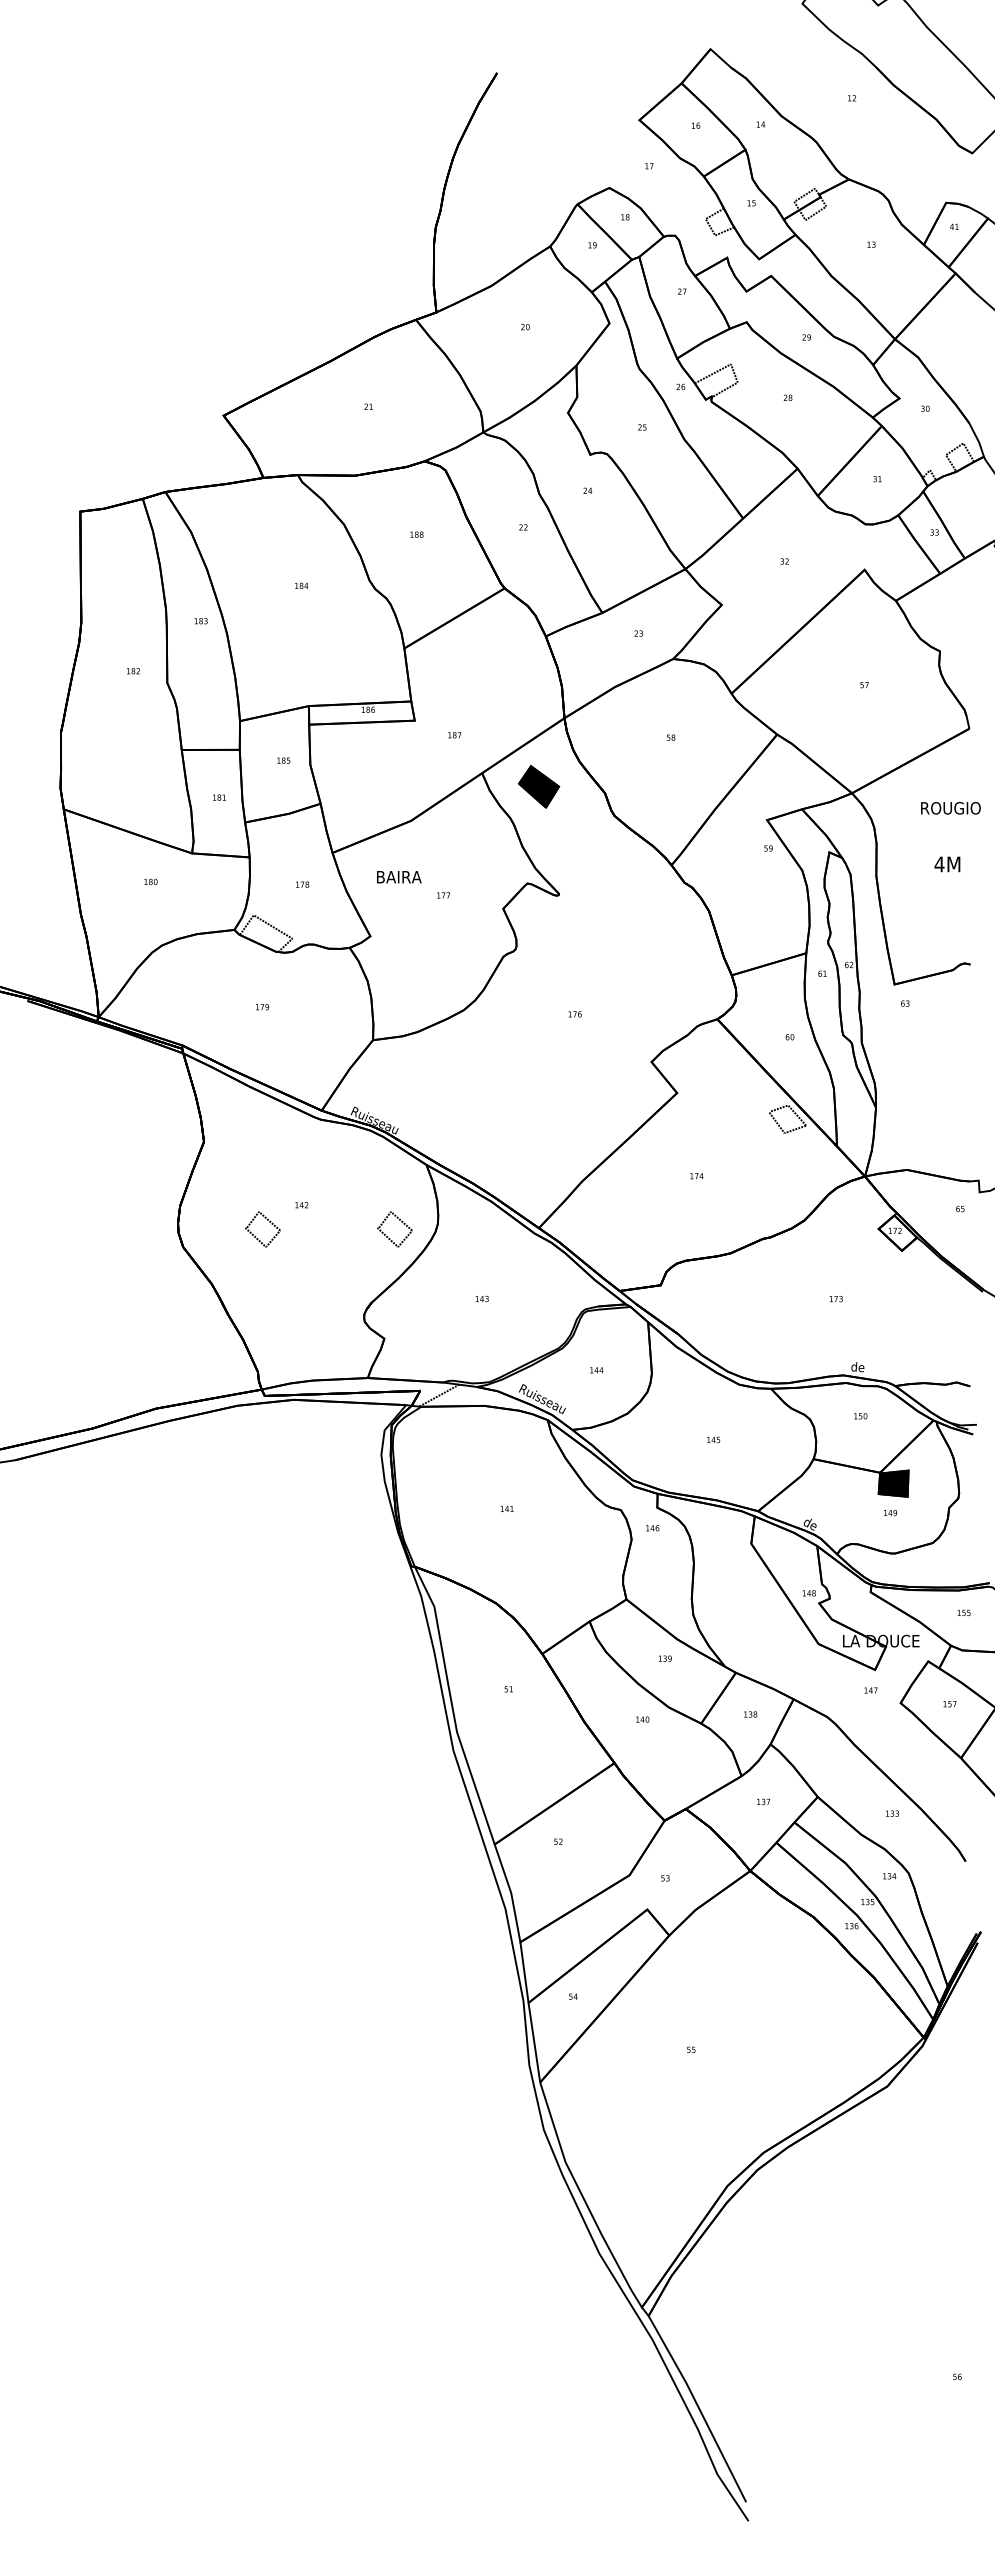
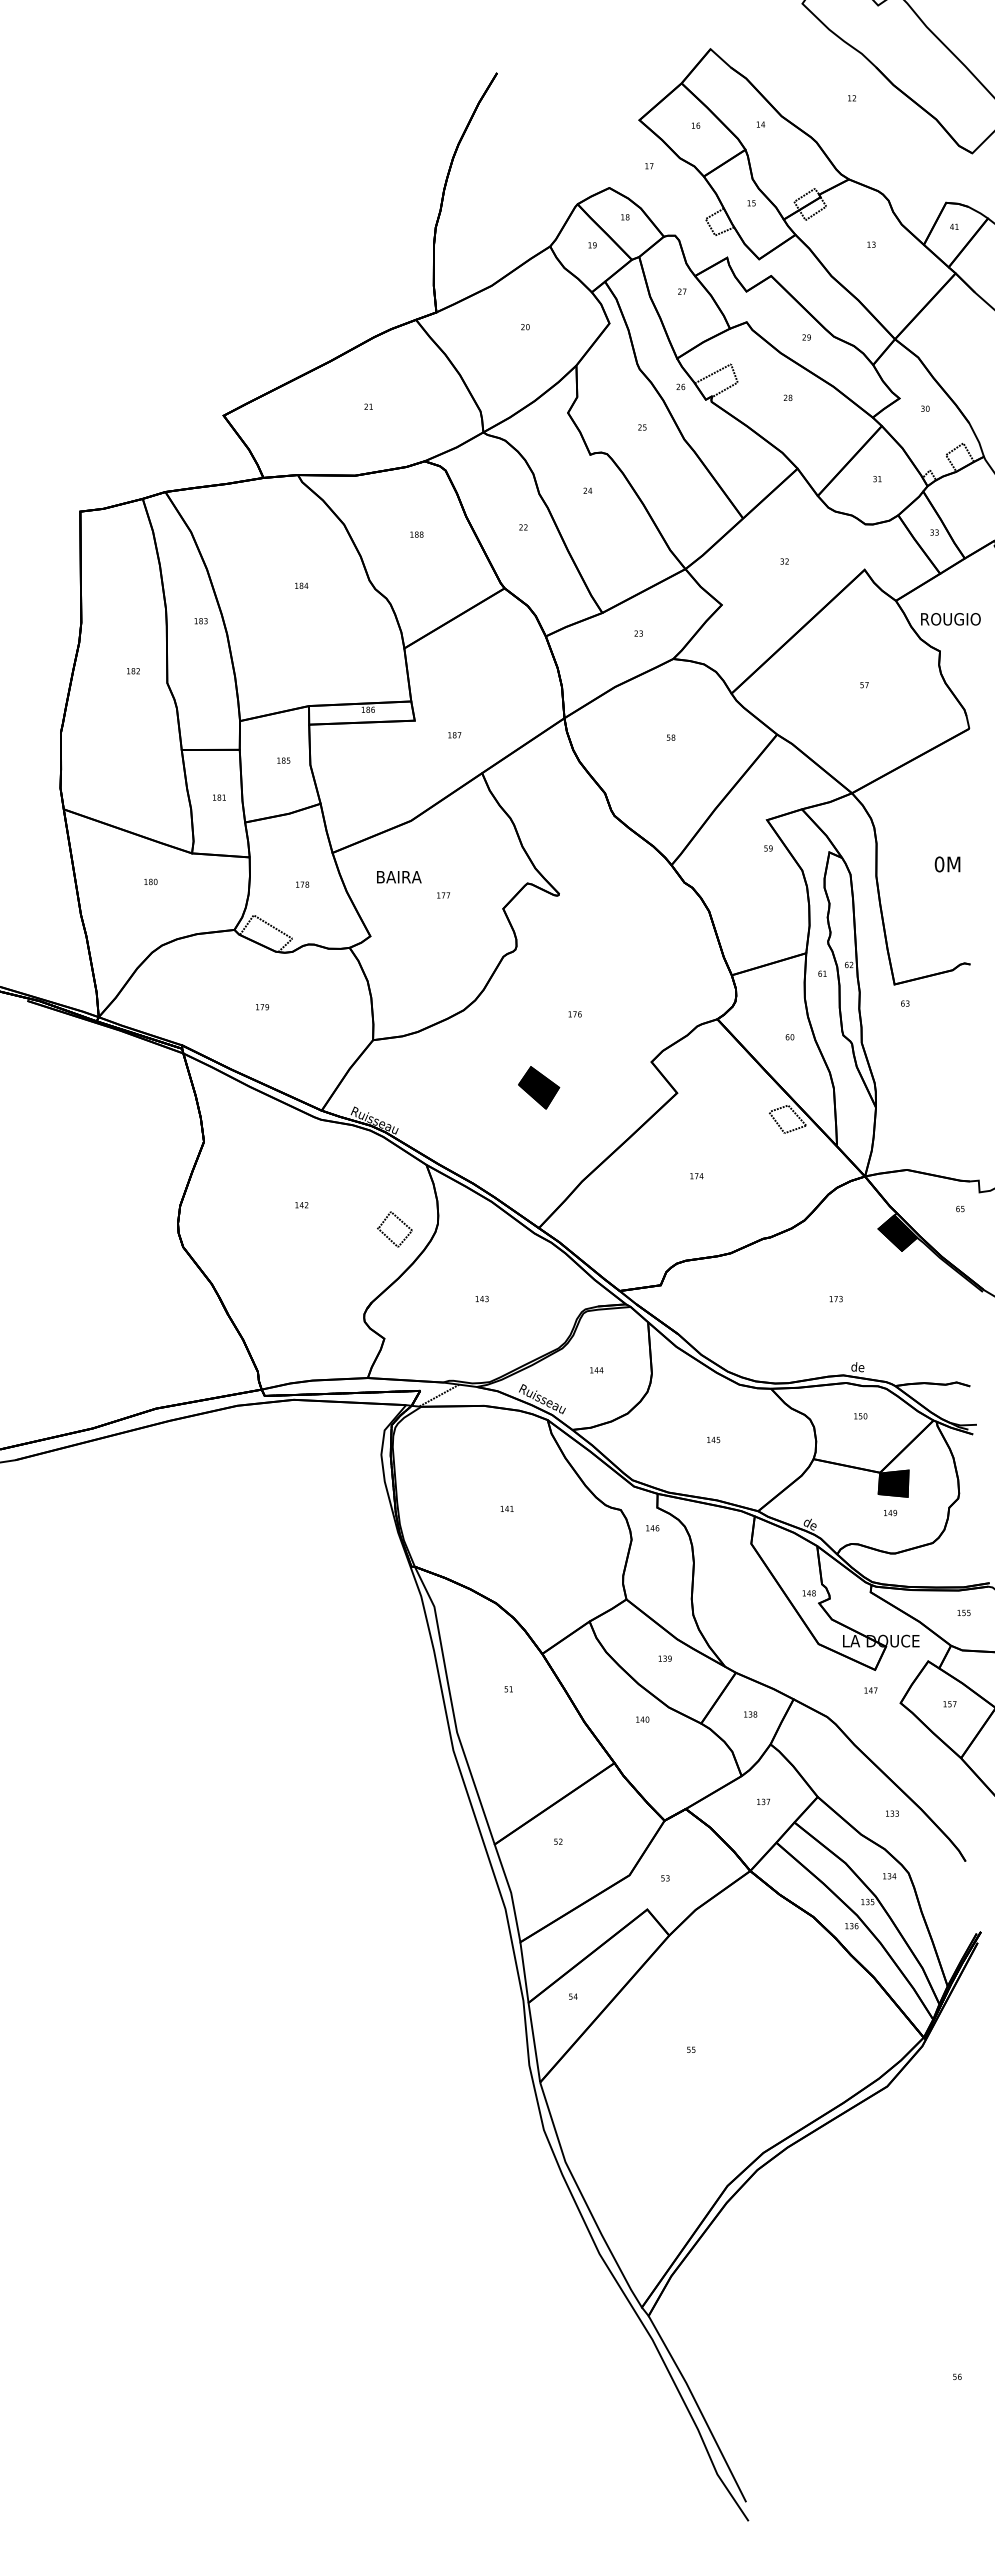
part at (539, 786) position: (539, 786) -> (539, 1087)
text at (950, 808) position: (950, 808) -> (950, 619)
text at (939, 864): 4M -> 0M
part at (262, 1229): present -> none
fill at (897, 1232): none -> present
